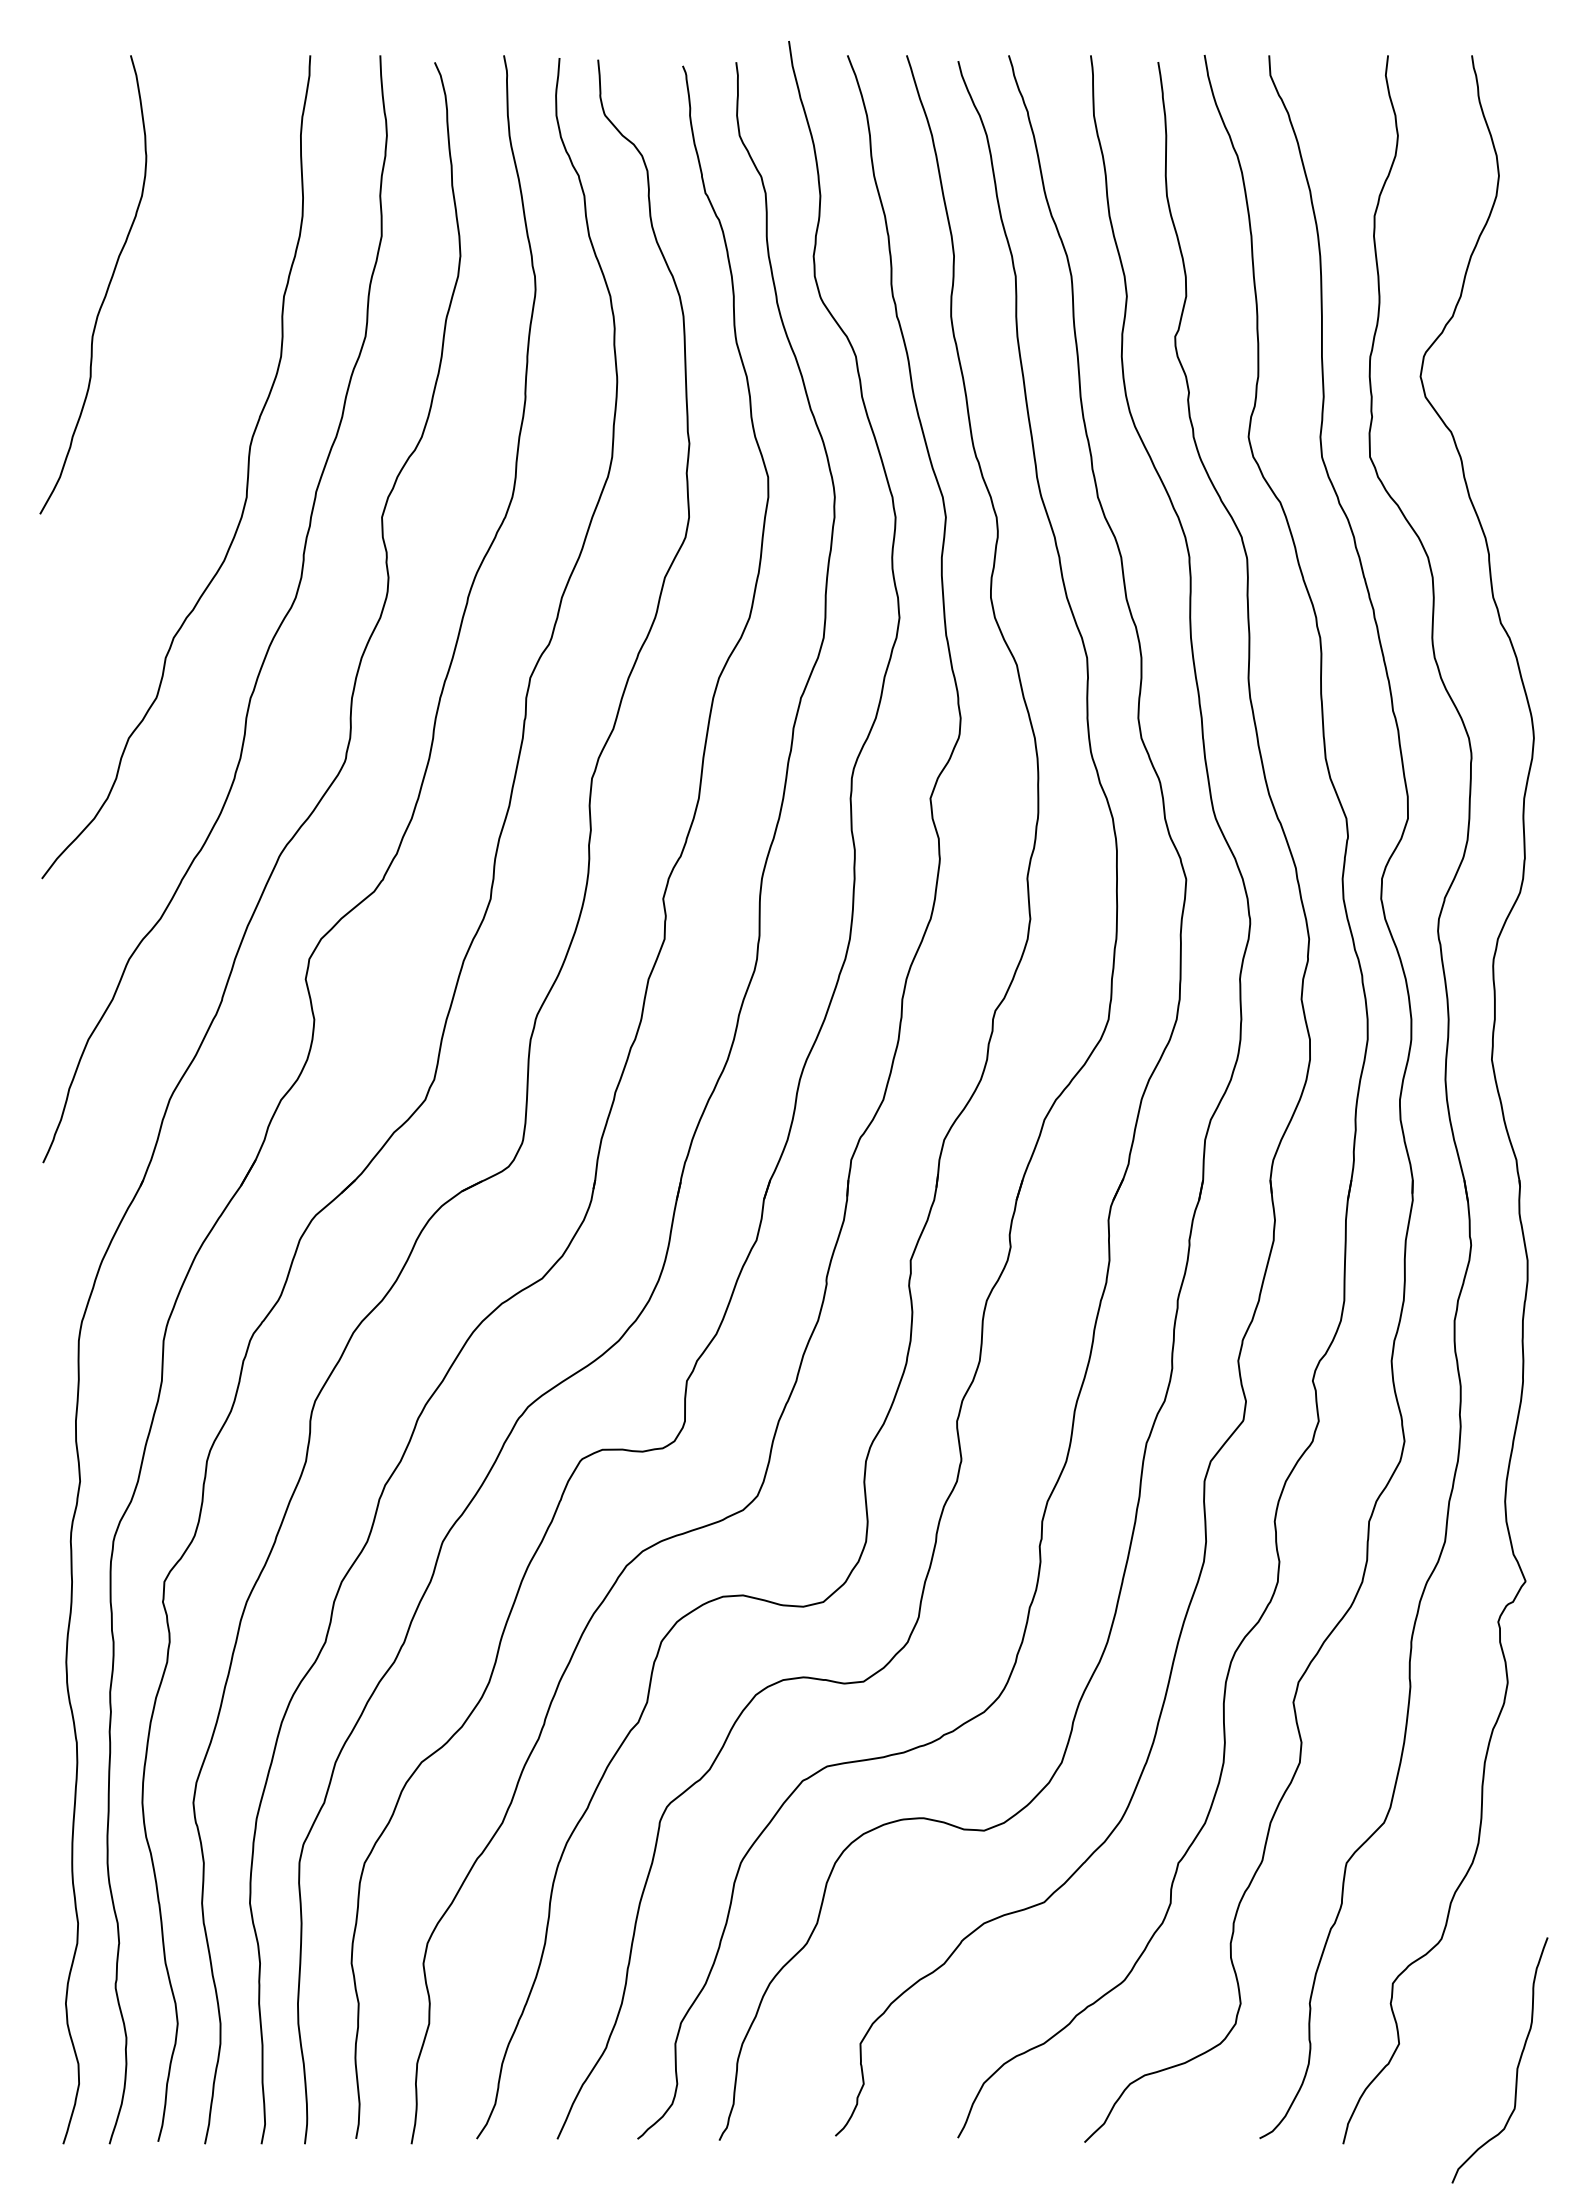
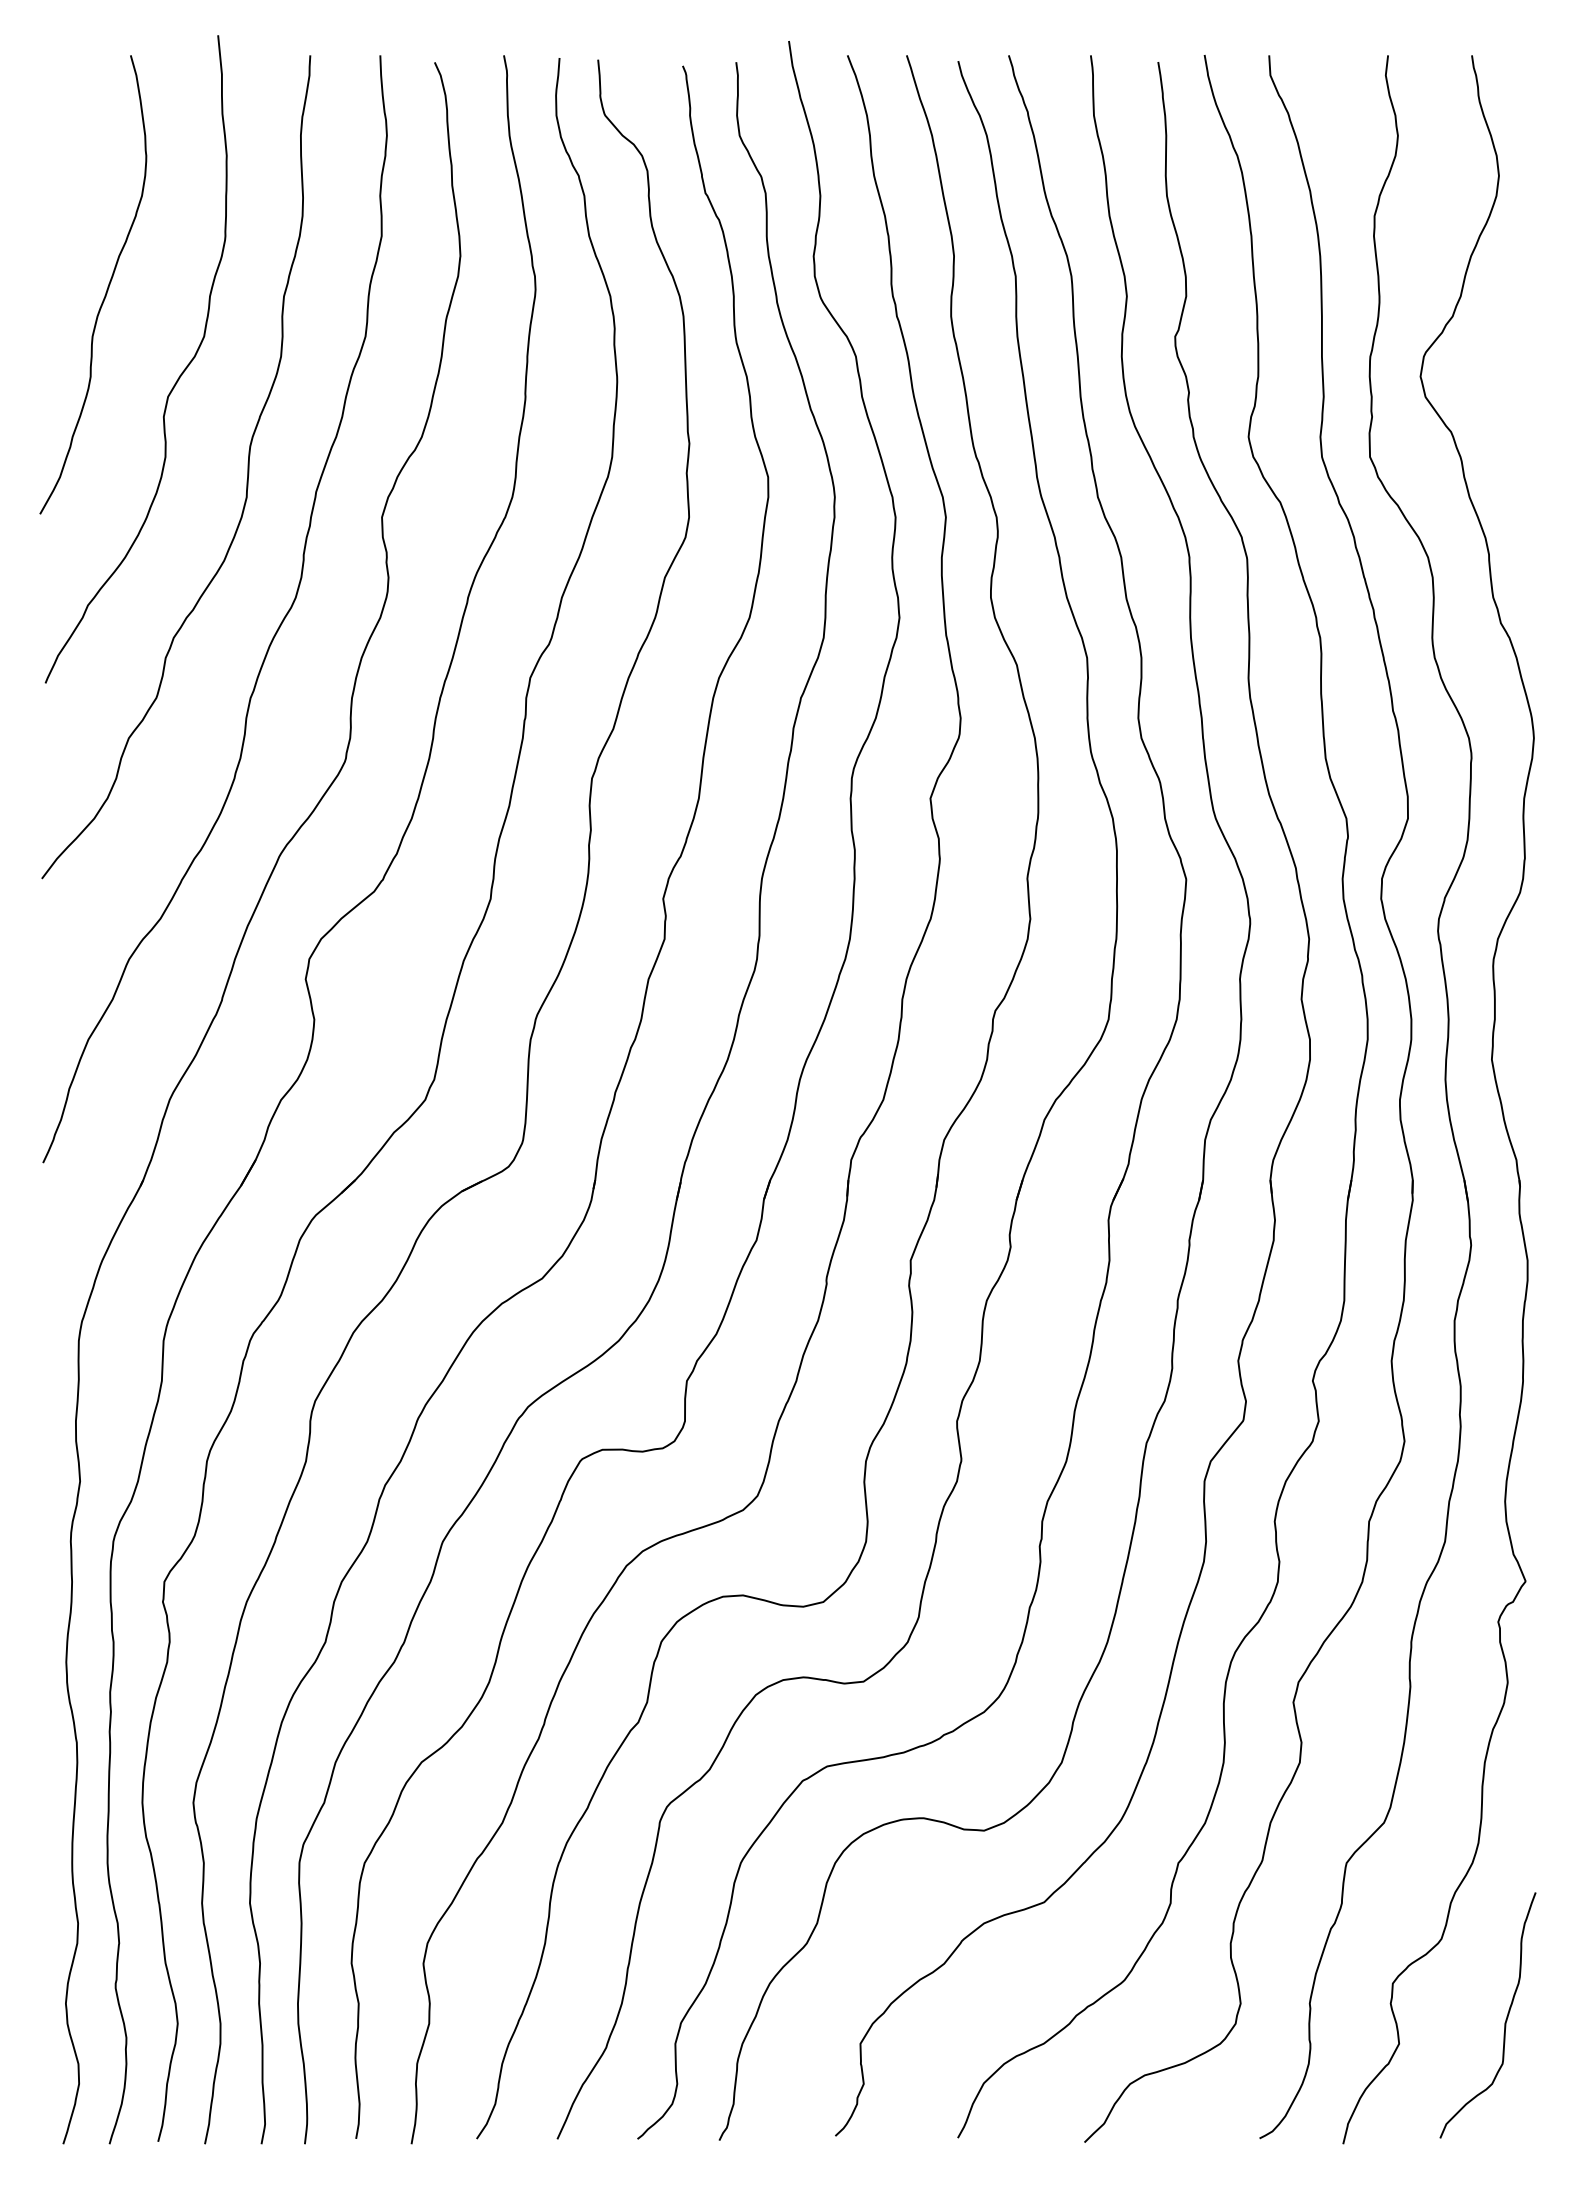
curve at (174, 383): none -> present
curve at (1516, 2067) position: (1516, 2067) -> (1504, 2022)
